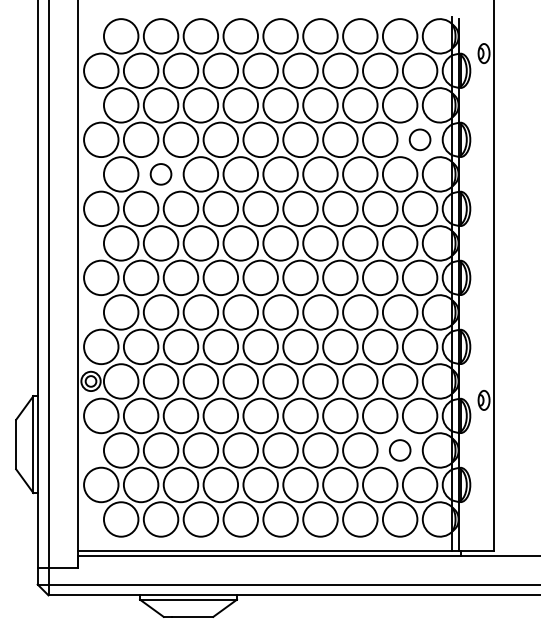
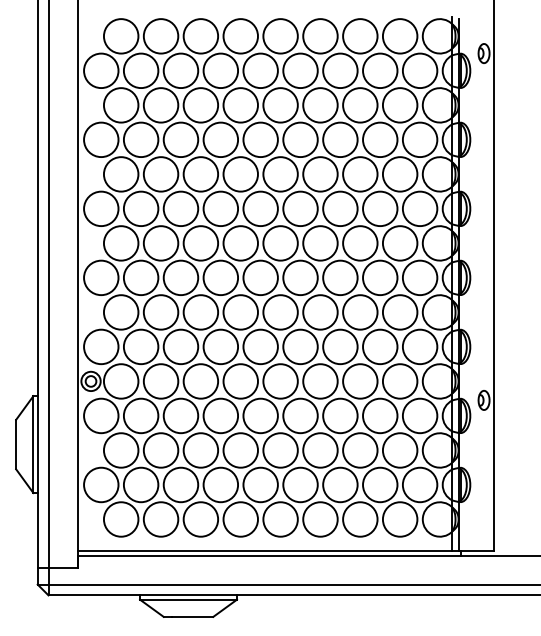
circle at (419, 139) diameter: 21 px -> 34 px
circle at (160, 174) diameter: 21 px -> 34 px
circle at (399, 450) diameter: 21 px -> 34 px
